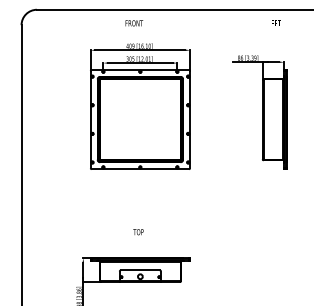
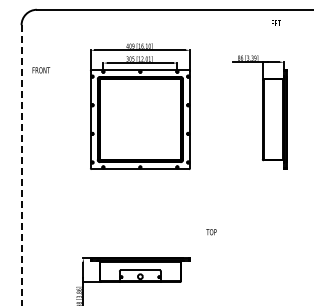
text at (134, 23) position: (134, 23) -> (41, 70)
line at (21, 166): solid -> dashed
text at (138, 232) position: (138, 232) -> (211, 232)
